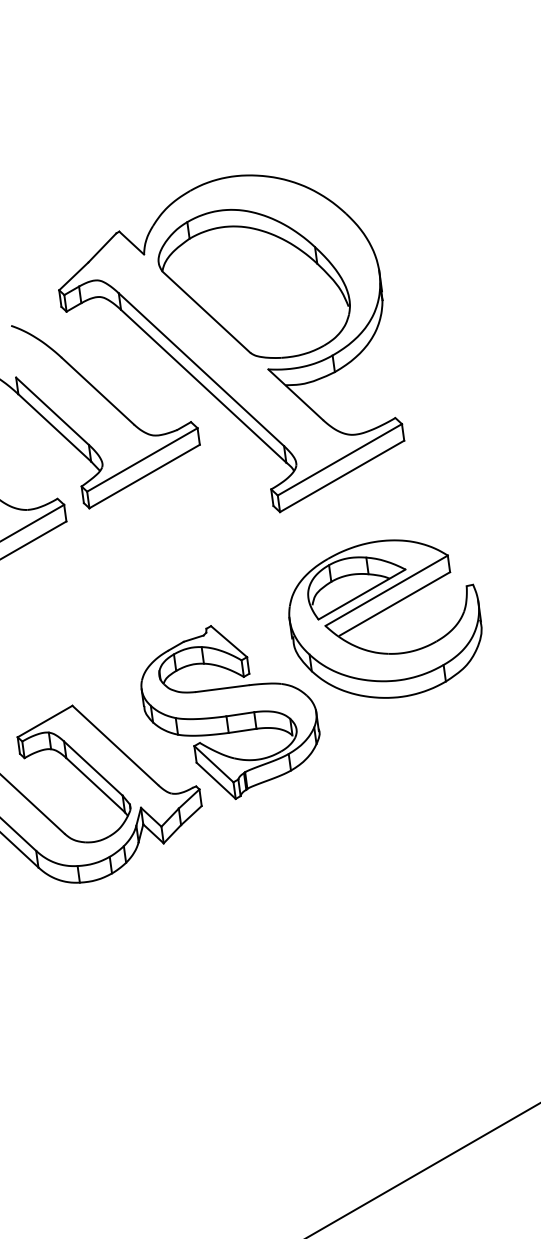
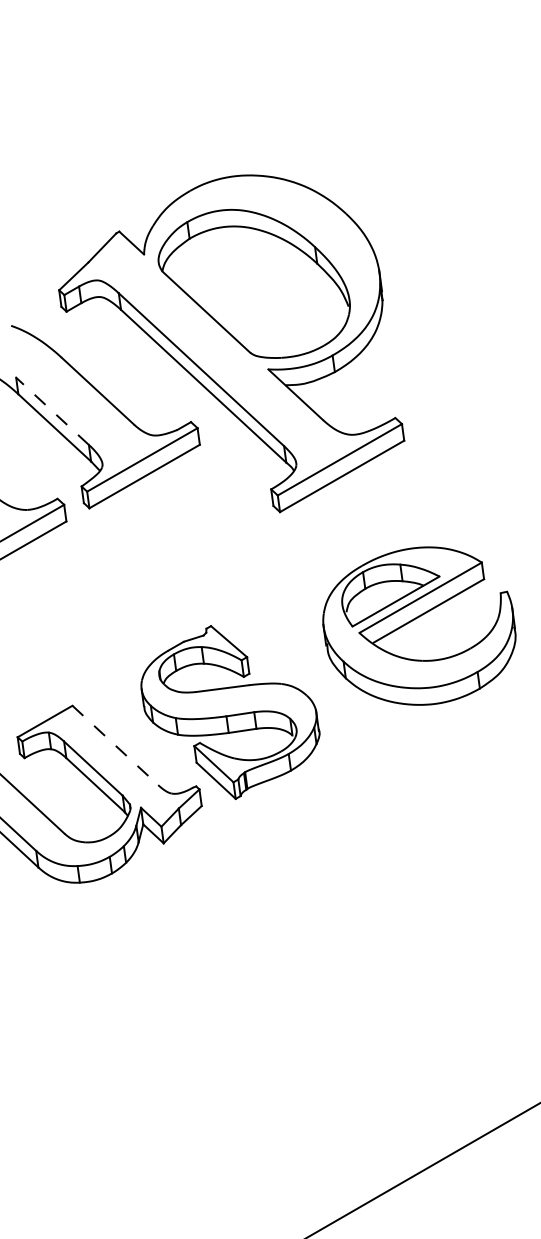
line at (52, 411): solid -> dashed
part at (382, 612) position: (382, 612) -> (416, 619)
line at (115, 745): solid -> dashed
